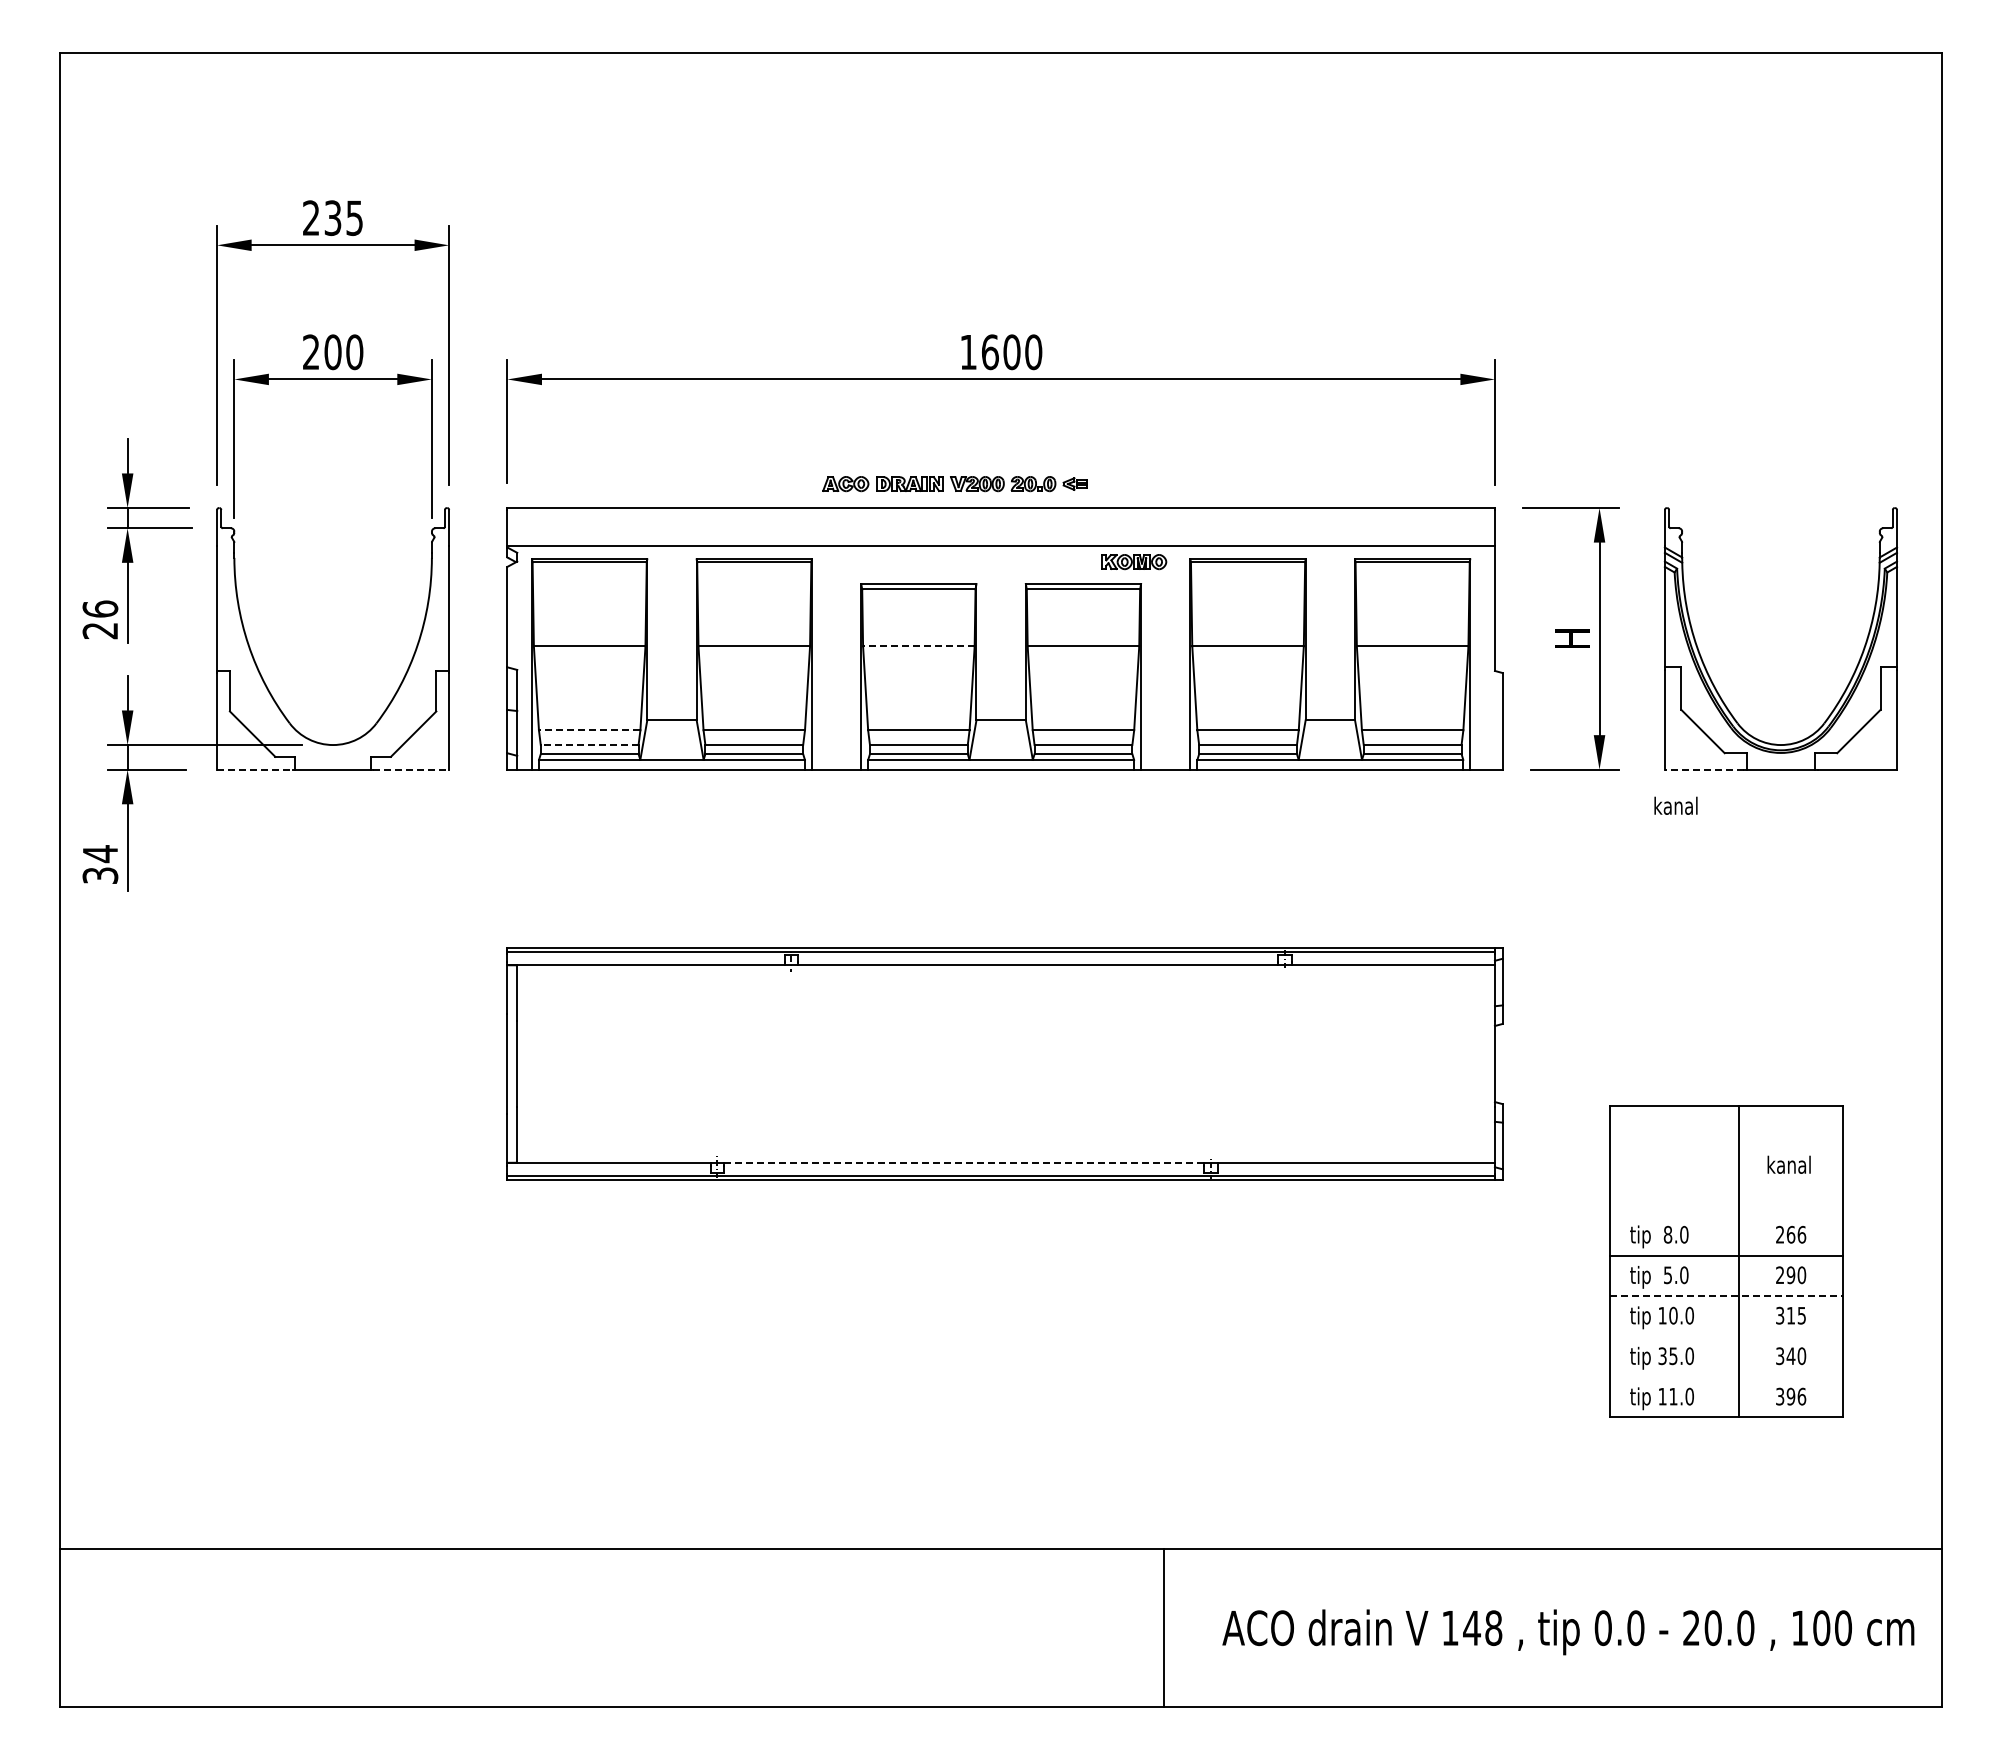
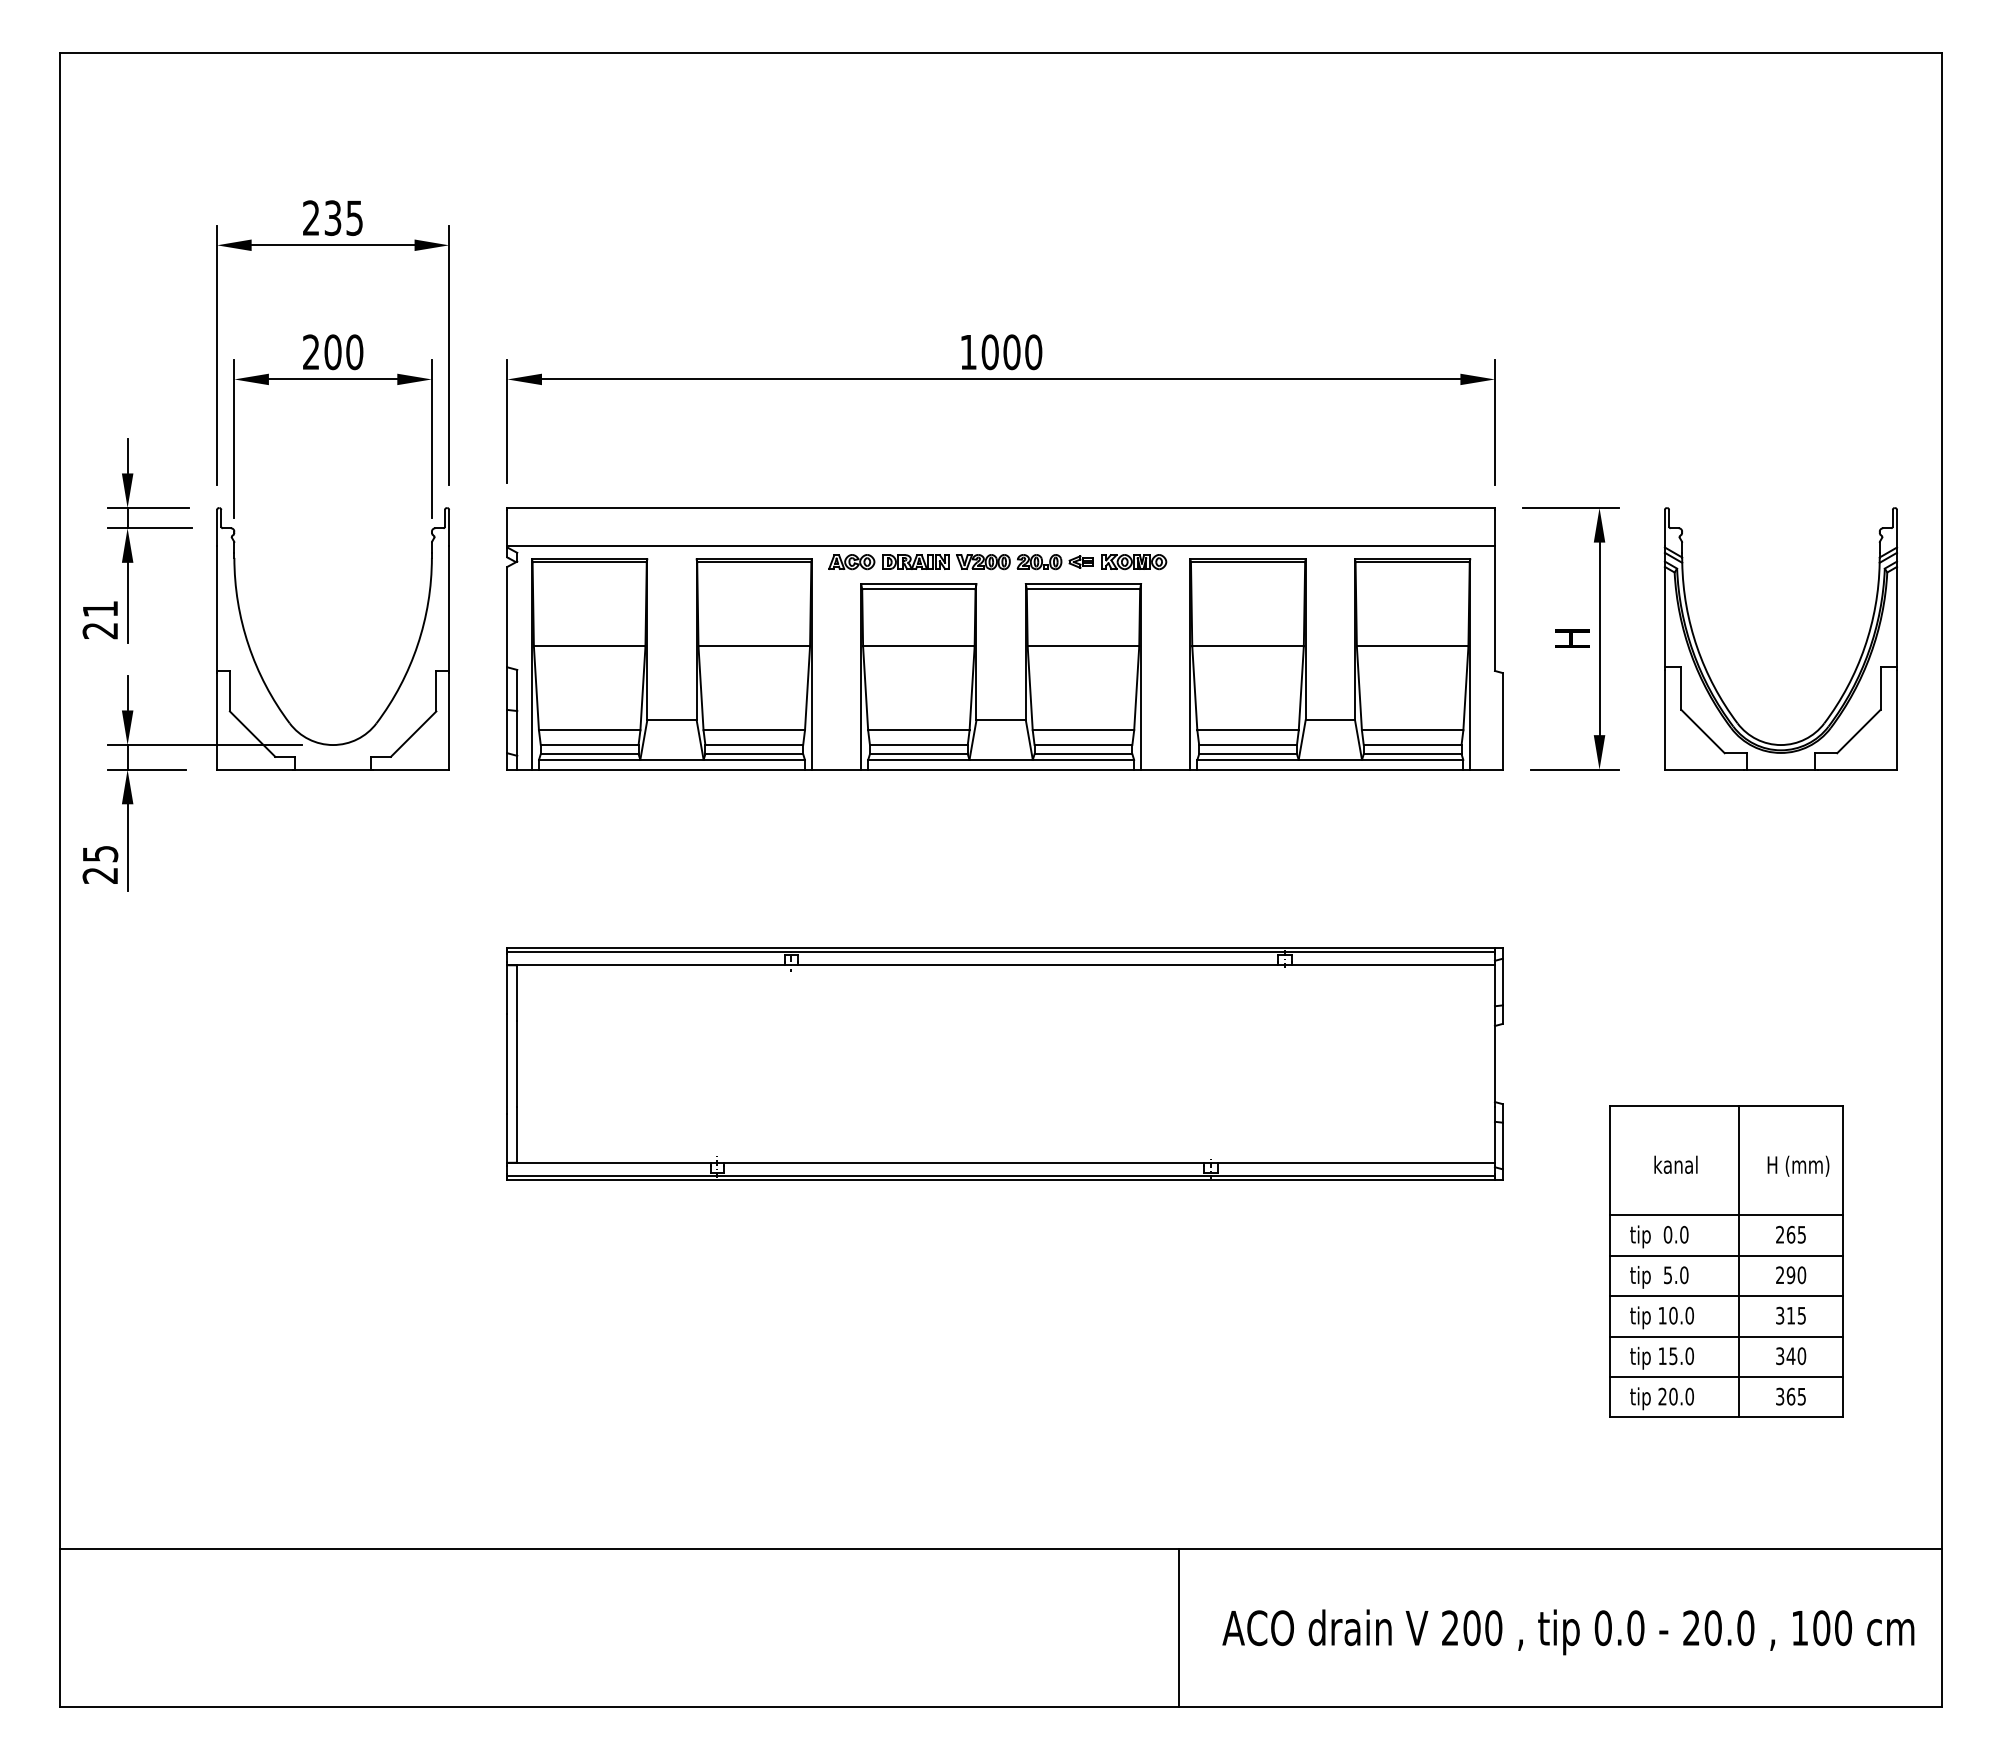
text at (989, 351): 1600 -> 1000
part at (954, 484) position: (954, 484) -> (960, 562)
text at (100, 608): 26 -> 21
line at (918, 646): dashed -> solid
line at (589, 730): dashed -> solid
line at (589, 745): dashed -> solid
line at (255, 769): dashed -> solid
line at (411, 769): dashed -> solid
line at (1704, 769): dashed -> solid
text at (1675, 805) position: (1675, 805) -> (1675, 1164)
text at (100, 864): 34 -> 25
line at (963, 1162): dashed -> solid
text at (1798, 1165): kanal -> H (mm)
line at (1726, 1215): none -> present
text at (1667, 1234): 8.0 -> 0.0
text at (1801, 1234): 266 -> 265
line at (1726, 1296): dashed -> solid
line at (1726, 1336): none -> present
text at (1662, 1356): 35.0 -> 15.0
line at (1726, 1376): none -> present
text at (1667, 1396): 11.0 -> 20.0
text at (1796, 1396): 396 -> 365
line at (1163, 1628) position: (1163, 1628) -> (1178, 1628)
text at (1472, 1628): 148 -> 200
